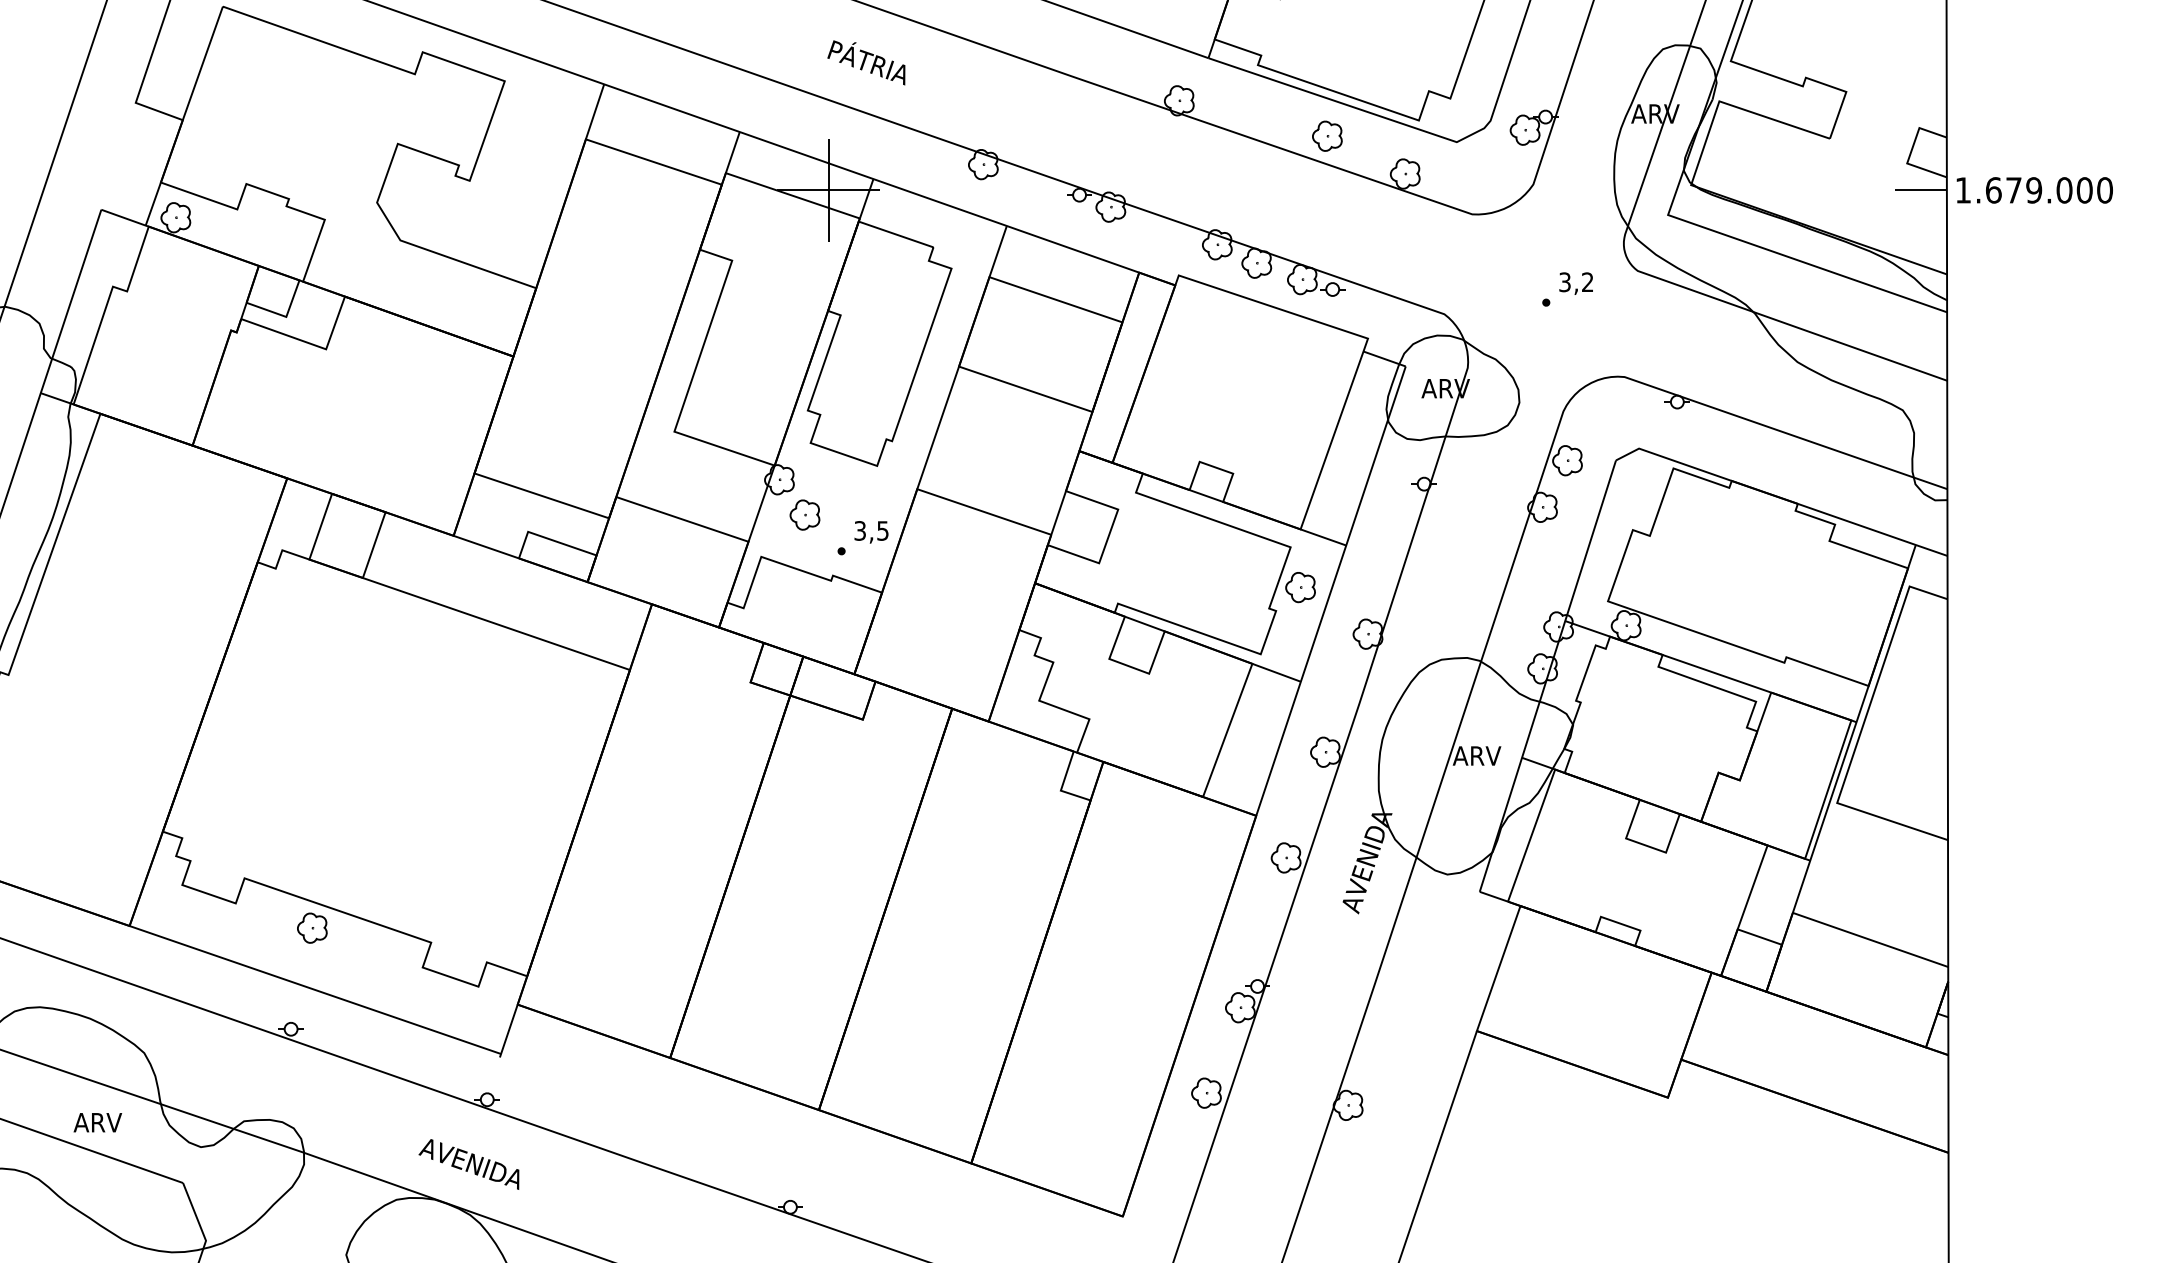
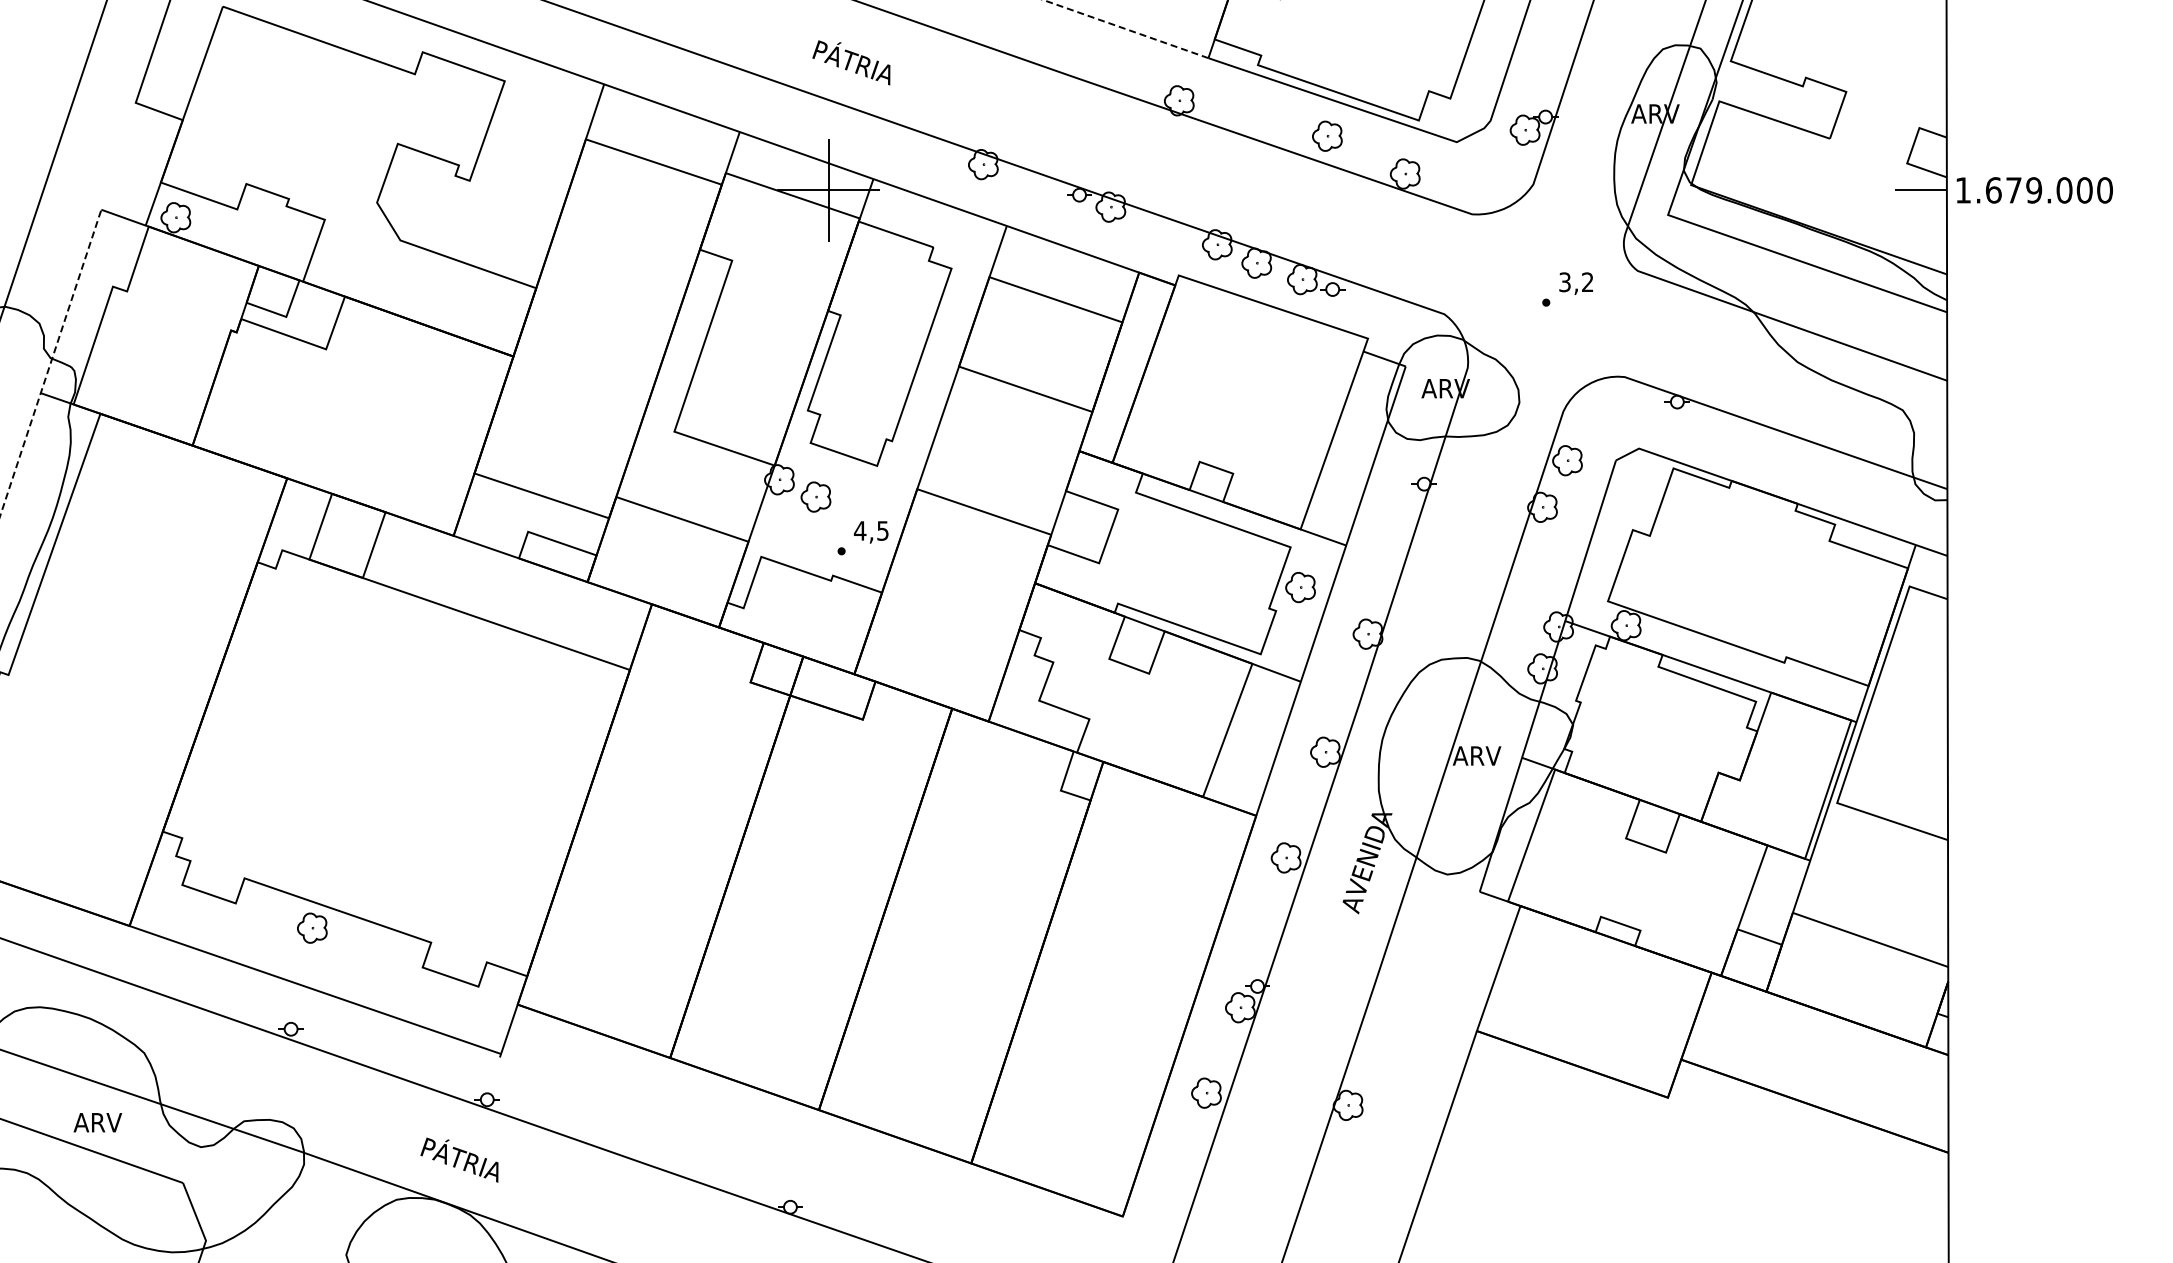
line at (1125, 29): solid -> dashed
text at (866, 62) position: (866, 62) -> (851, 62)
line at (50, 362): solid -> dashed
part at (804, 514) position: (804, 514) -> (815, 496)
text at (859, 530): 3,5 -> 4,5
text at (468, 1163): AVENIDA -> PÁTRIA
